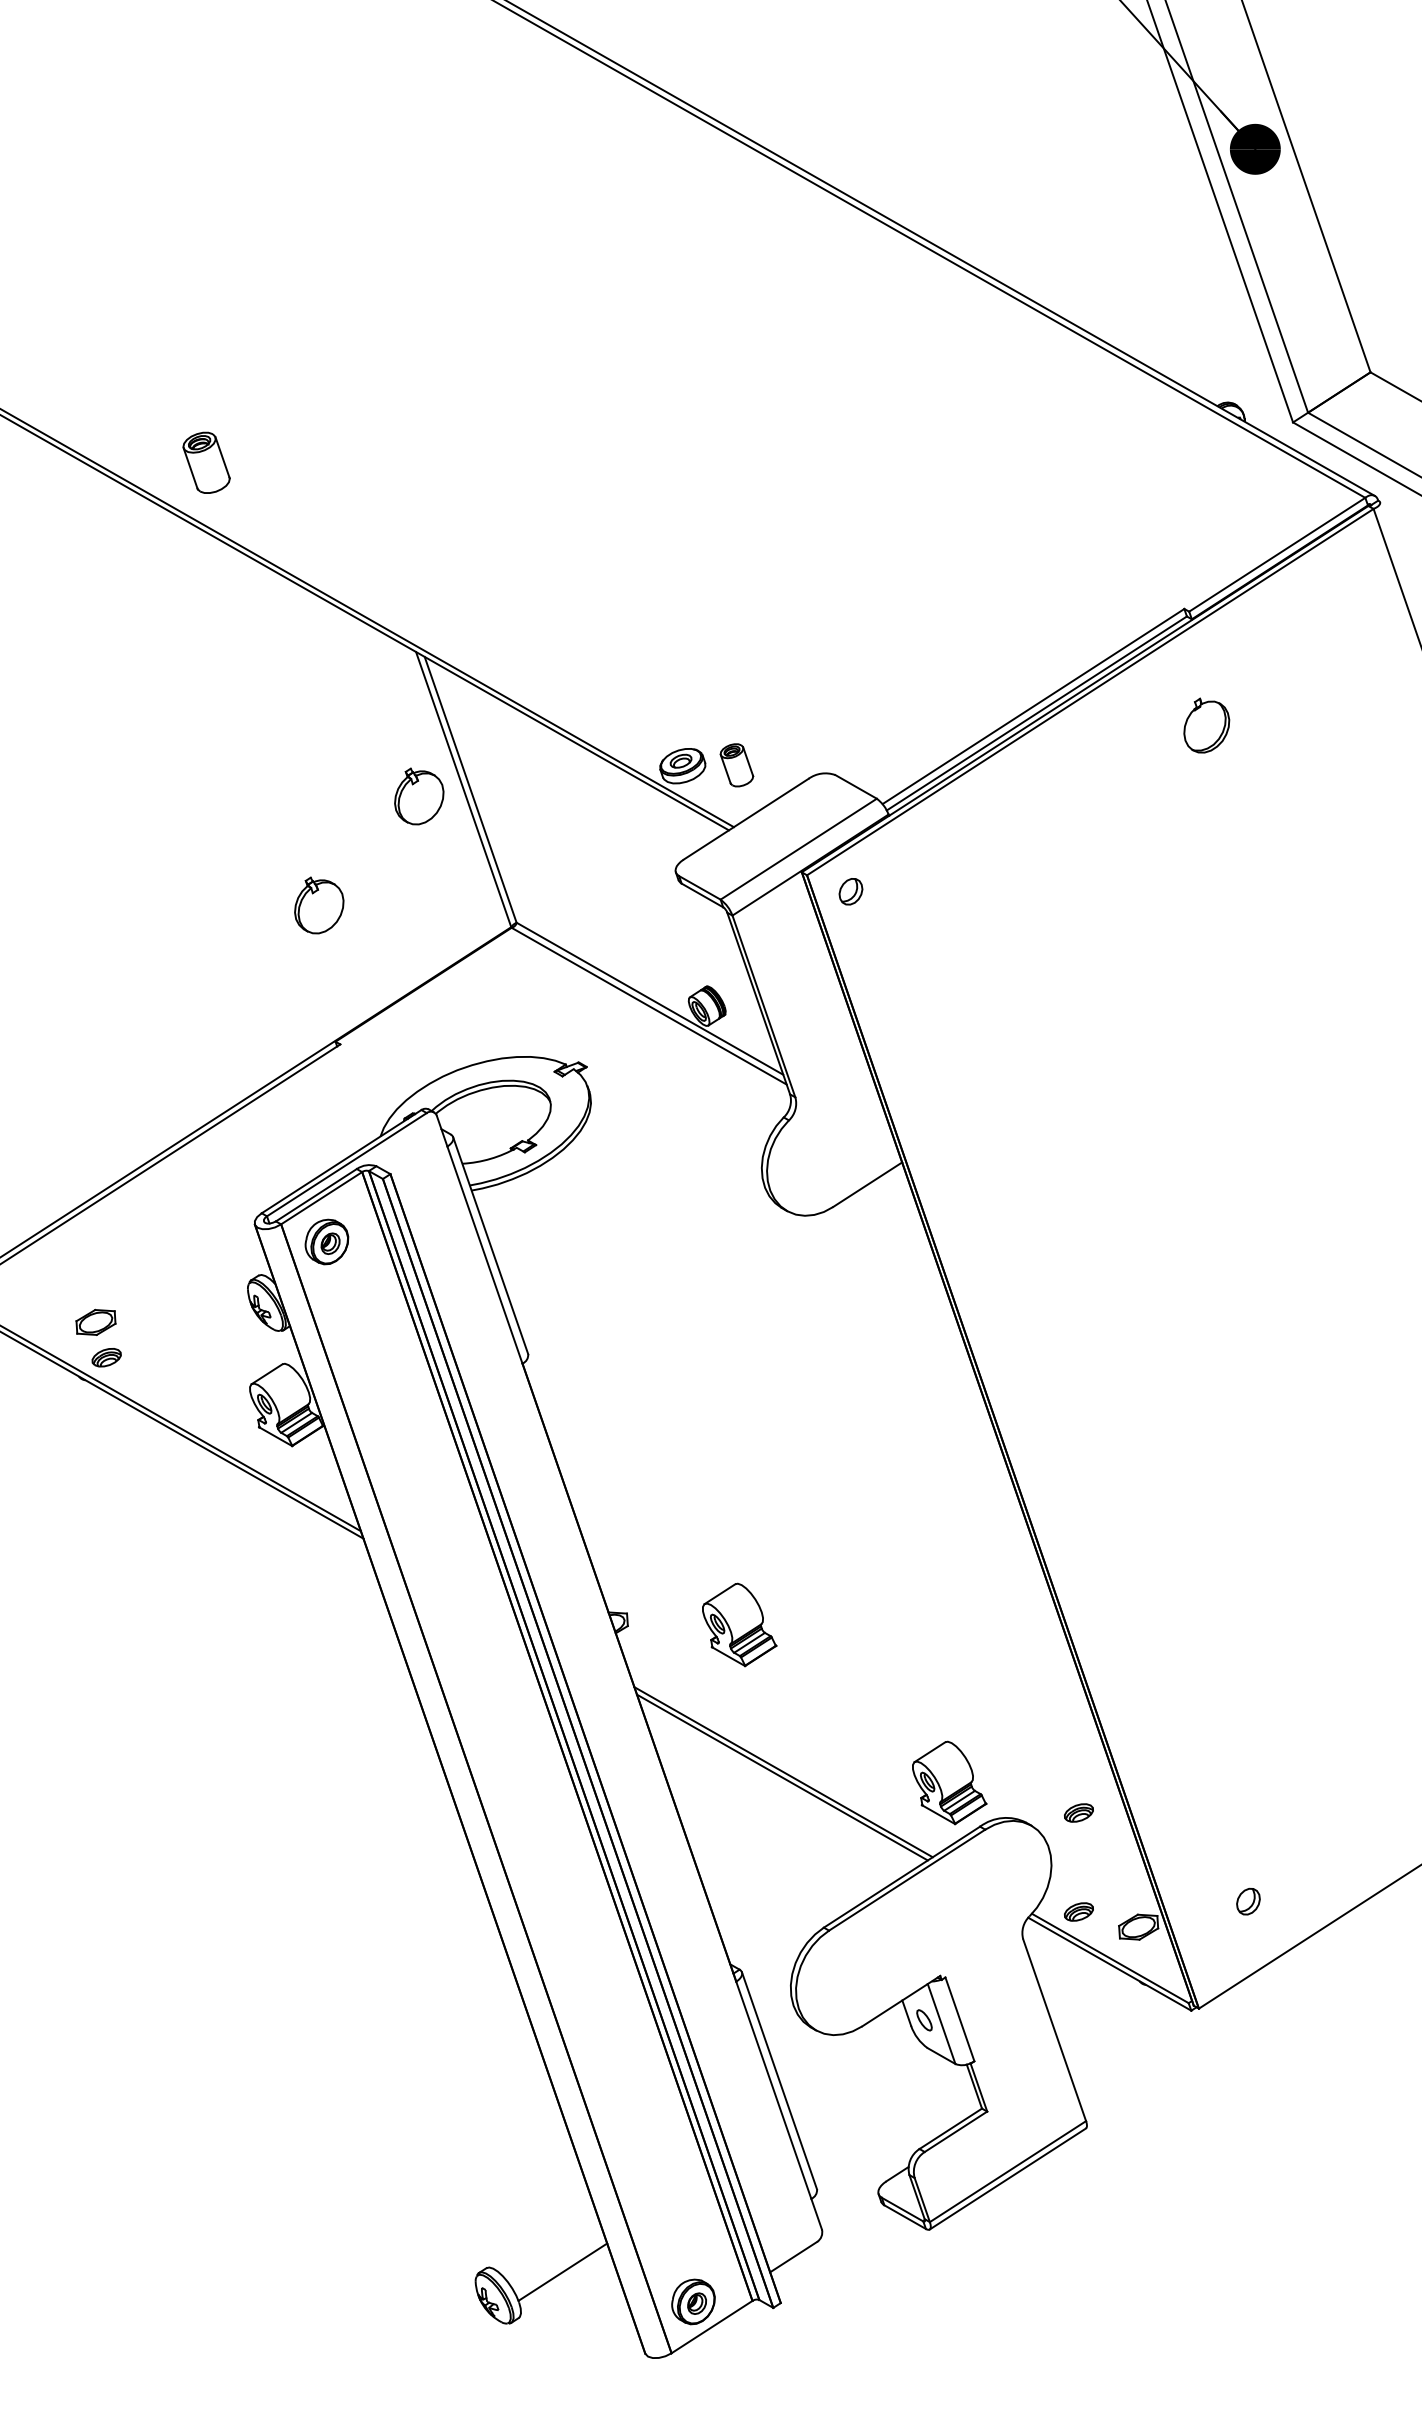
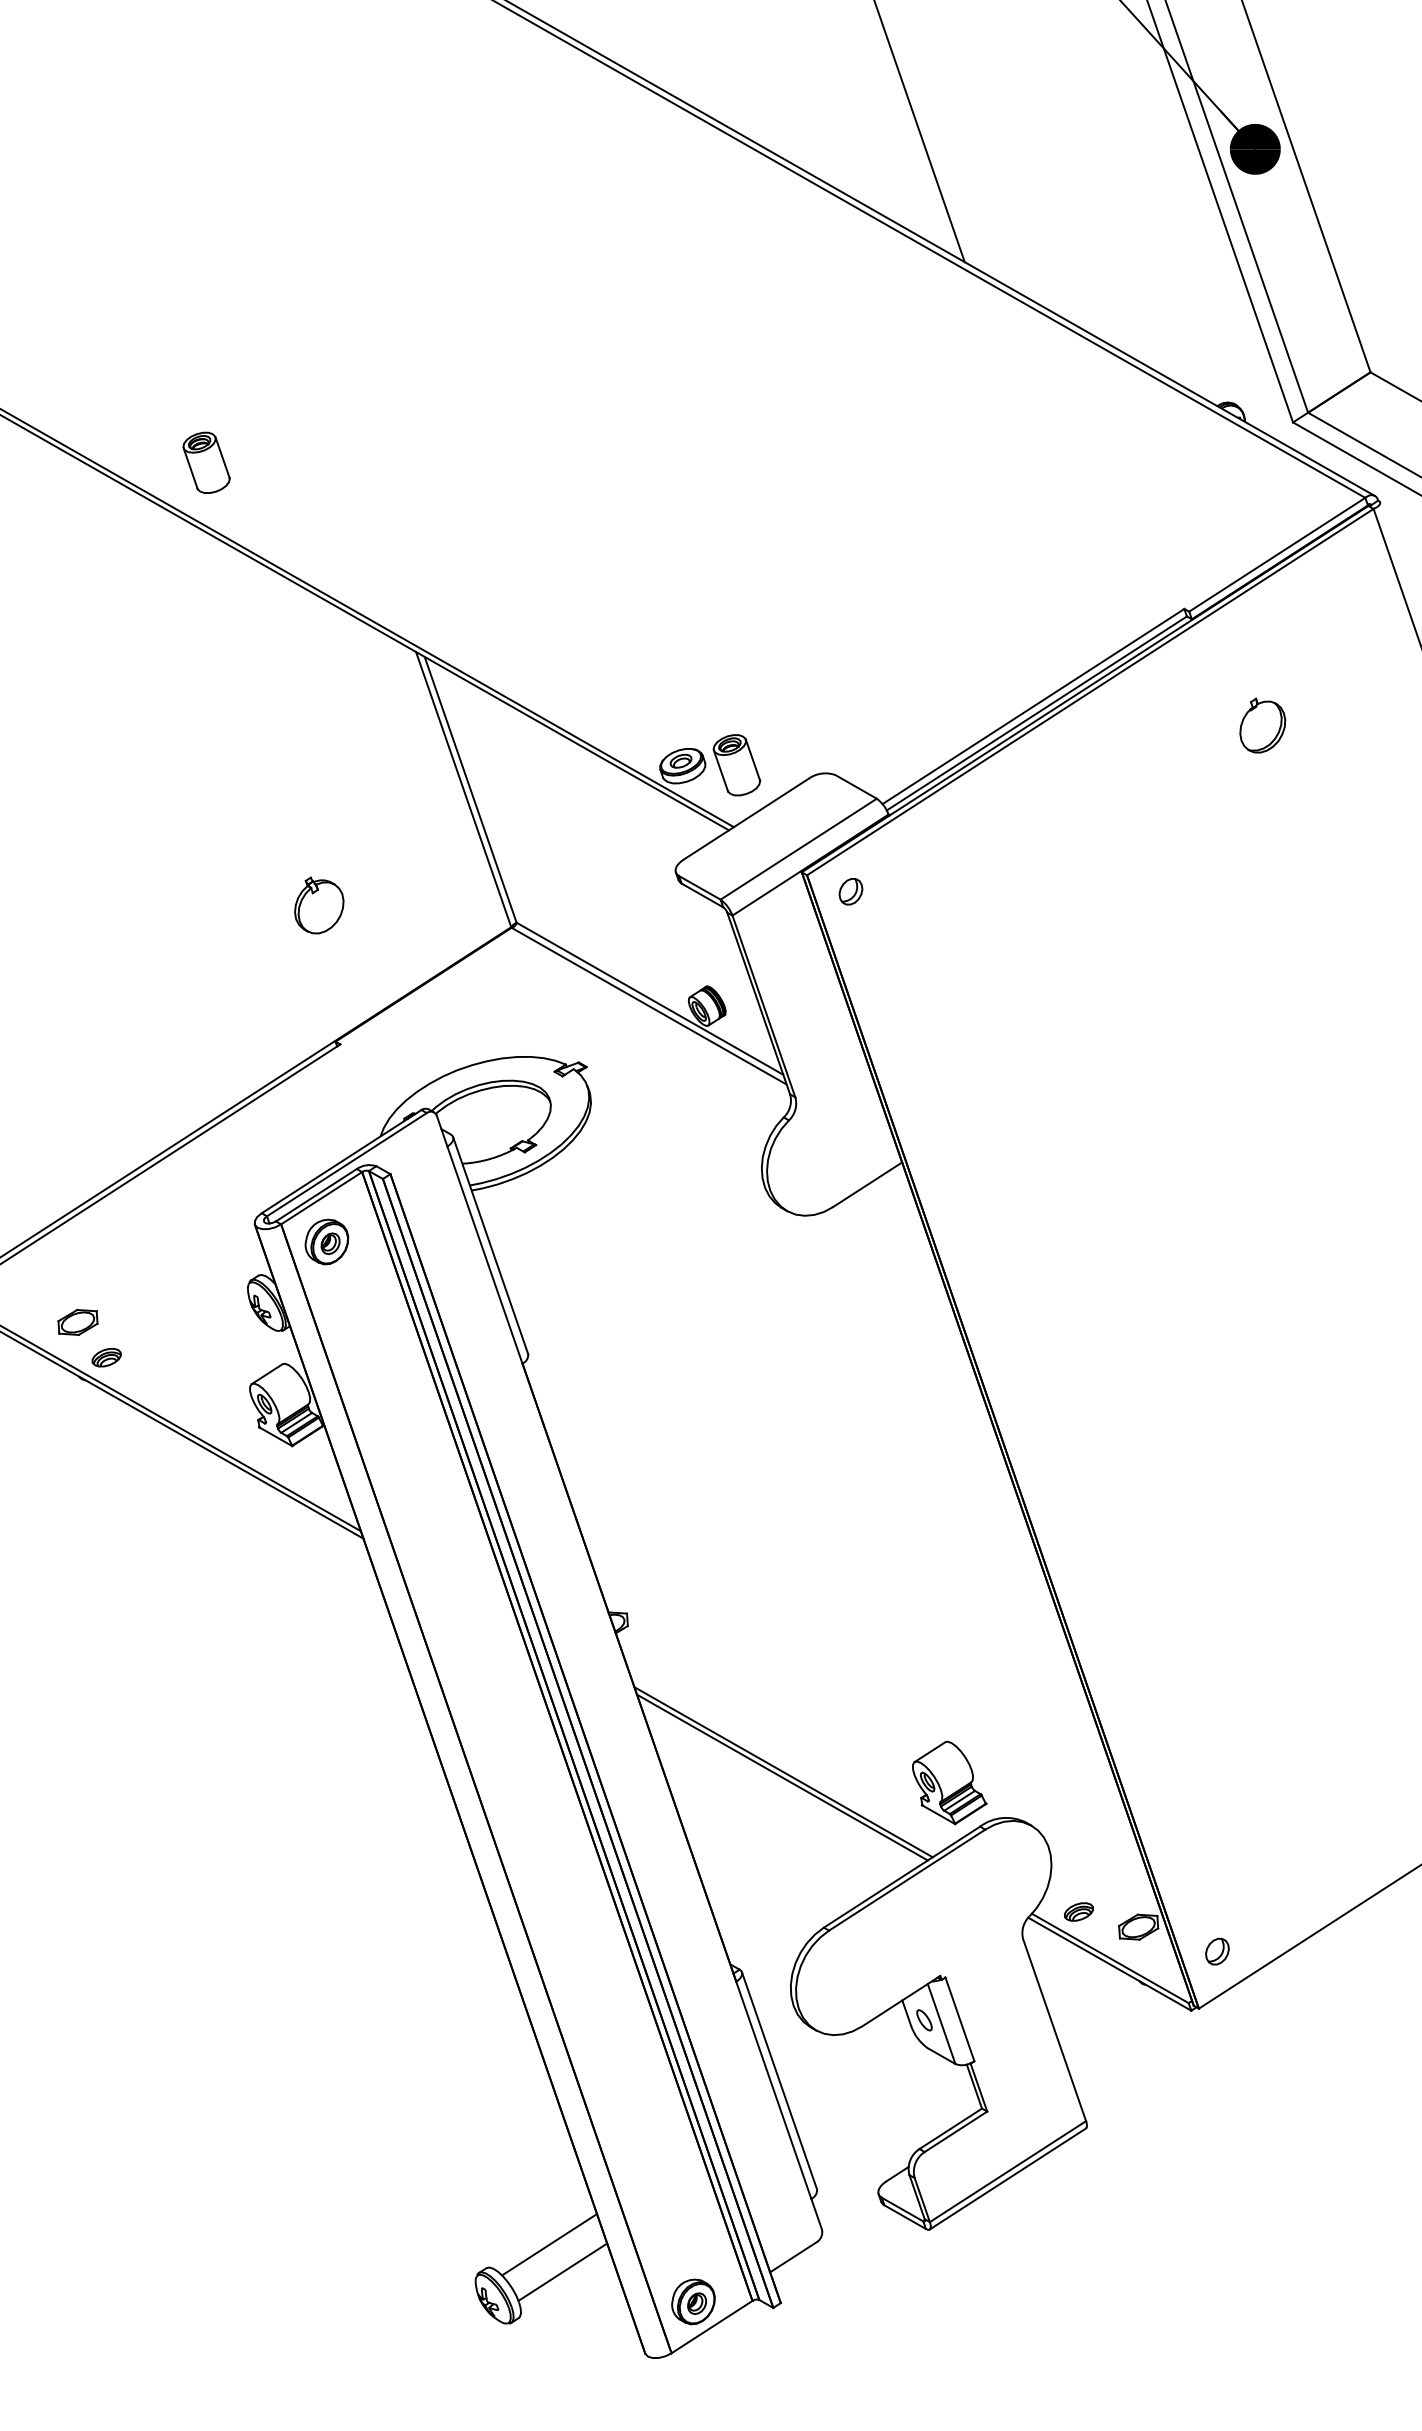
line at (919, 132): none -> present
part at (1206, 725) position: (1206, 725) -> (1262, 725)
part at (736, 765) size: 36x45 px -> 50x63 px
part at (419, 796): present -> none
part at (95, 1321) position: (95, 1321) -> (77, 1321)
part at (739, 1624): present -> none
part at (1078, 1812): present -> none
part at (1248, 1901) position: (1248, 1901) -> (1217, 1951)
line at (549, 2244): none -> present
